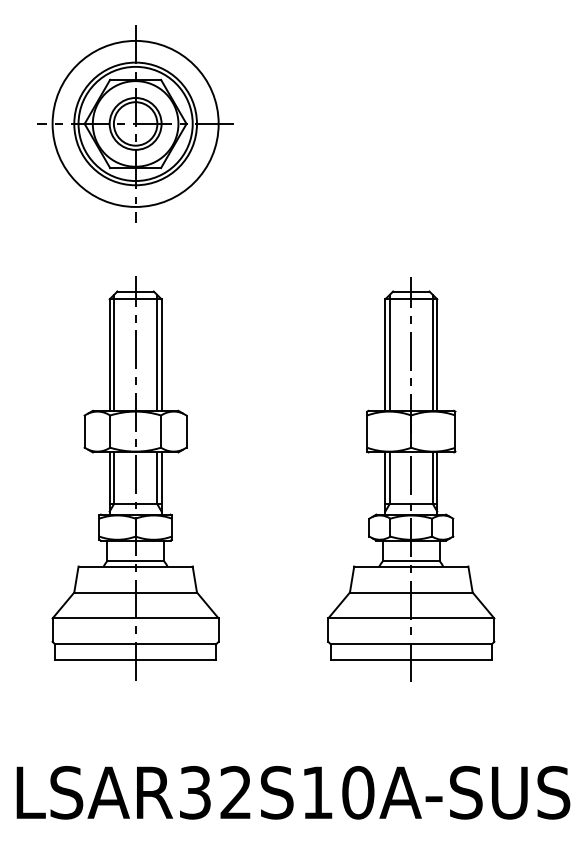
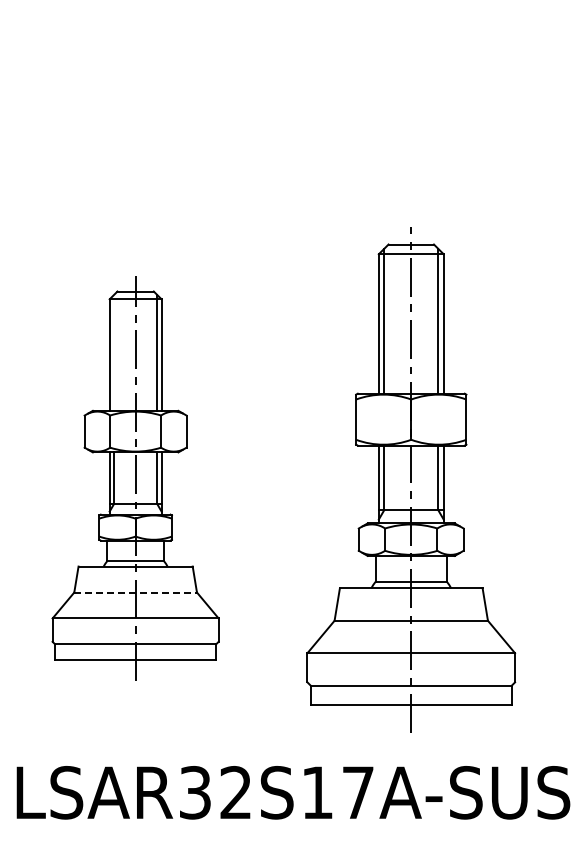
part at (135, 123): present -> none
line at (113, 352): present -> none
part at (411, 479) size: 169x405 px -> 211x506 px
line at (136, 592): solid -> dashed
text at (358, 792): LSAR32S10A-SUS -> LSAR32S17A-SUS
